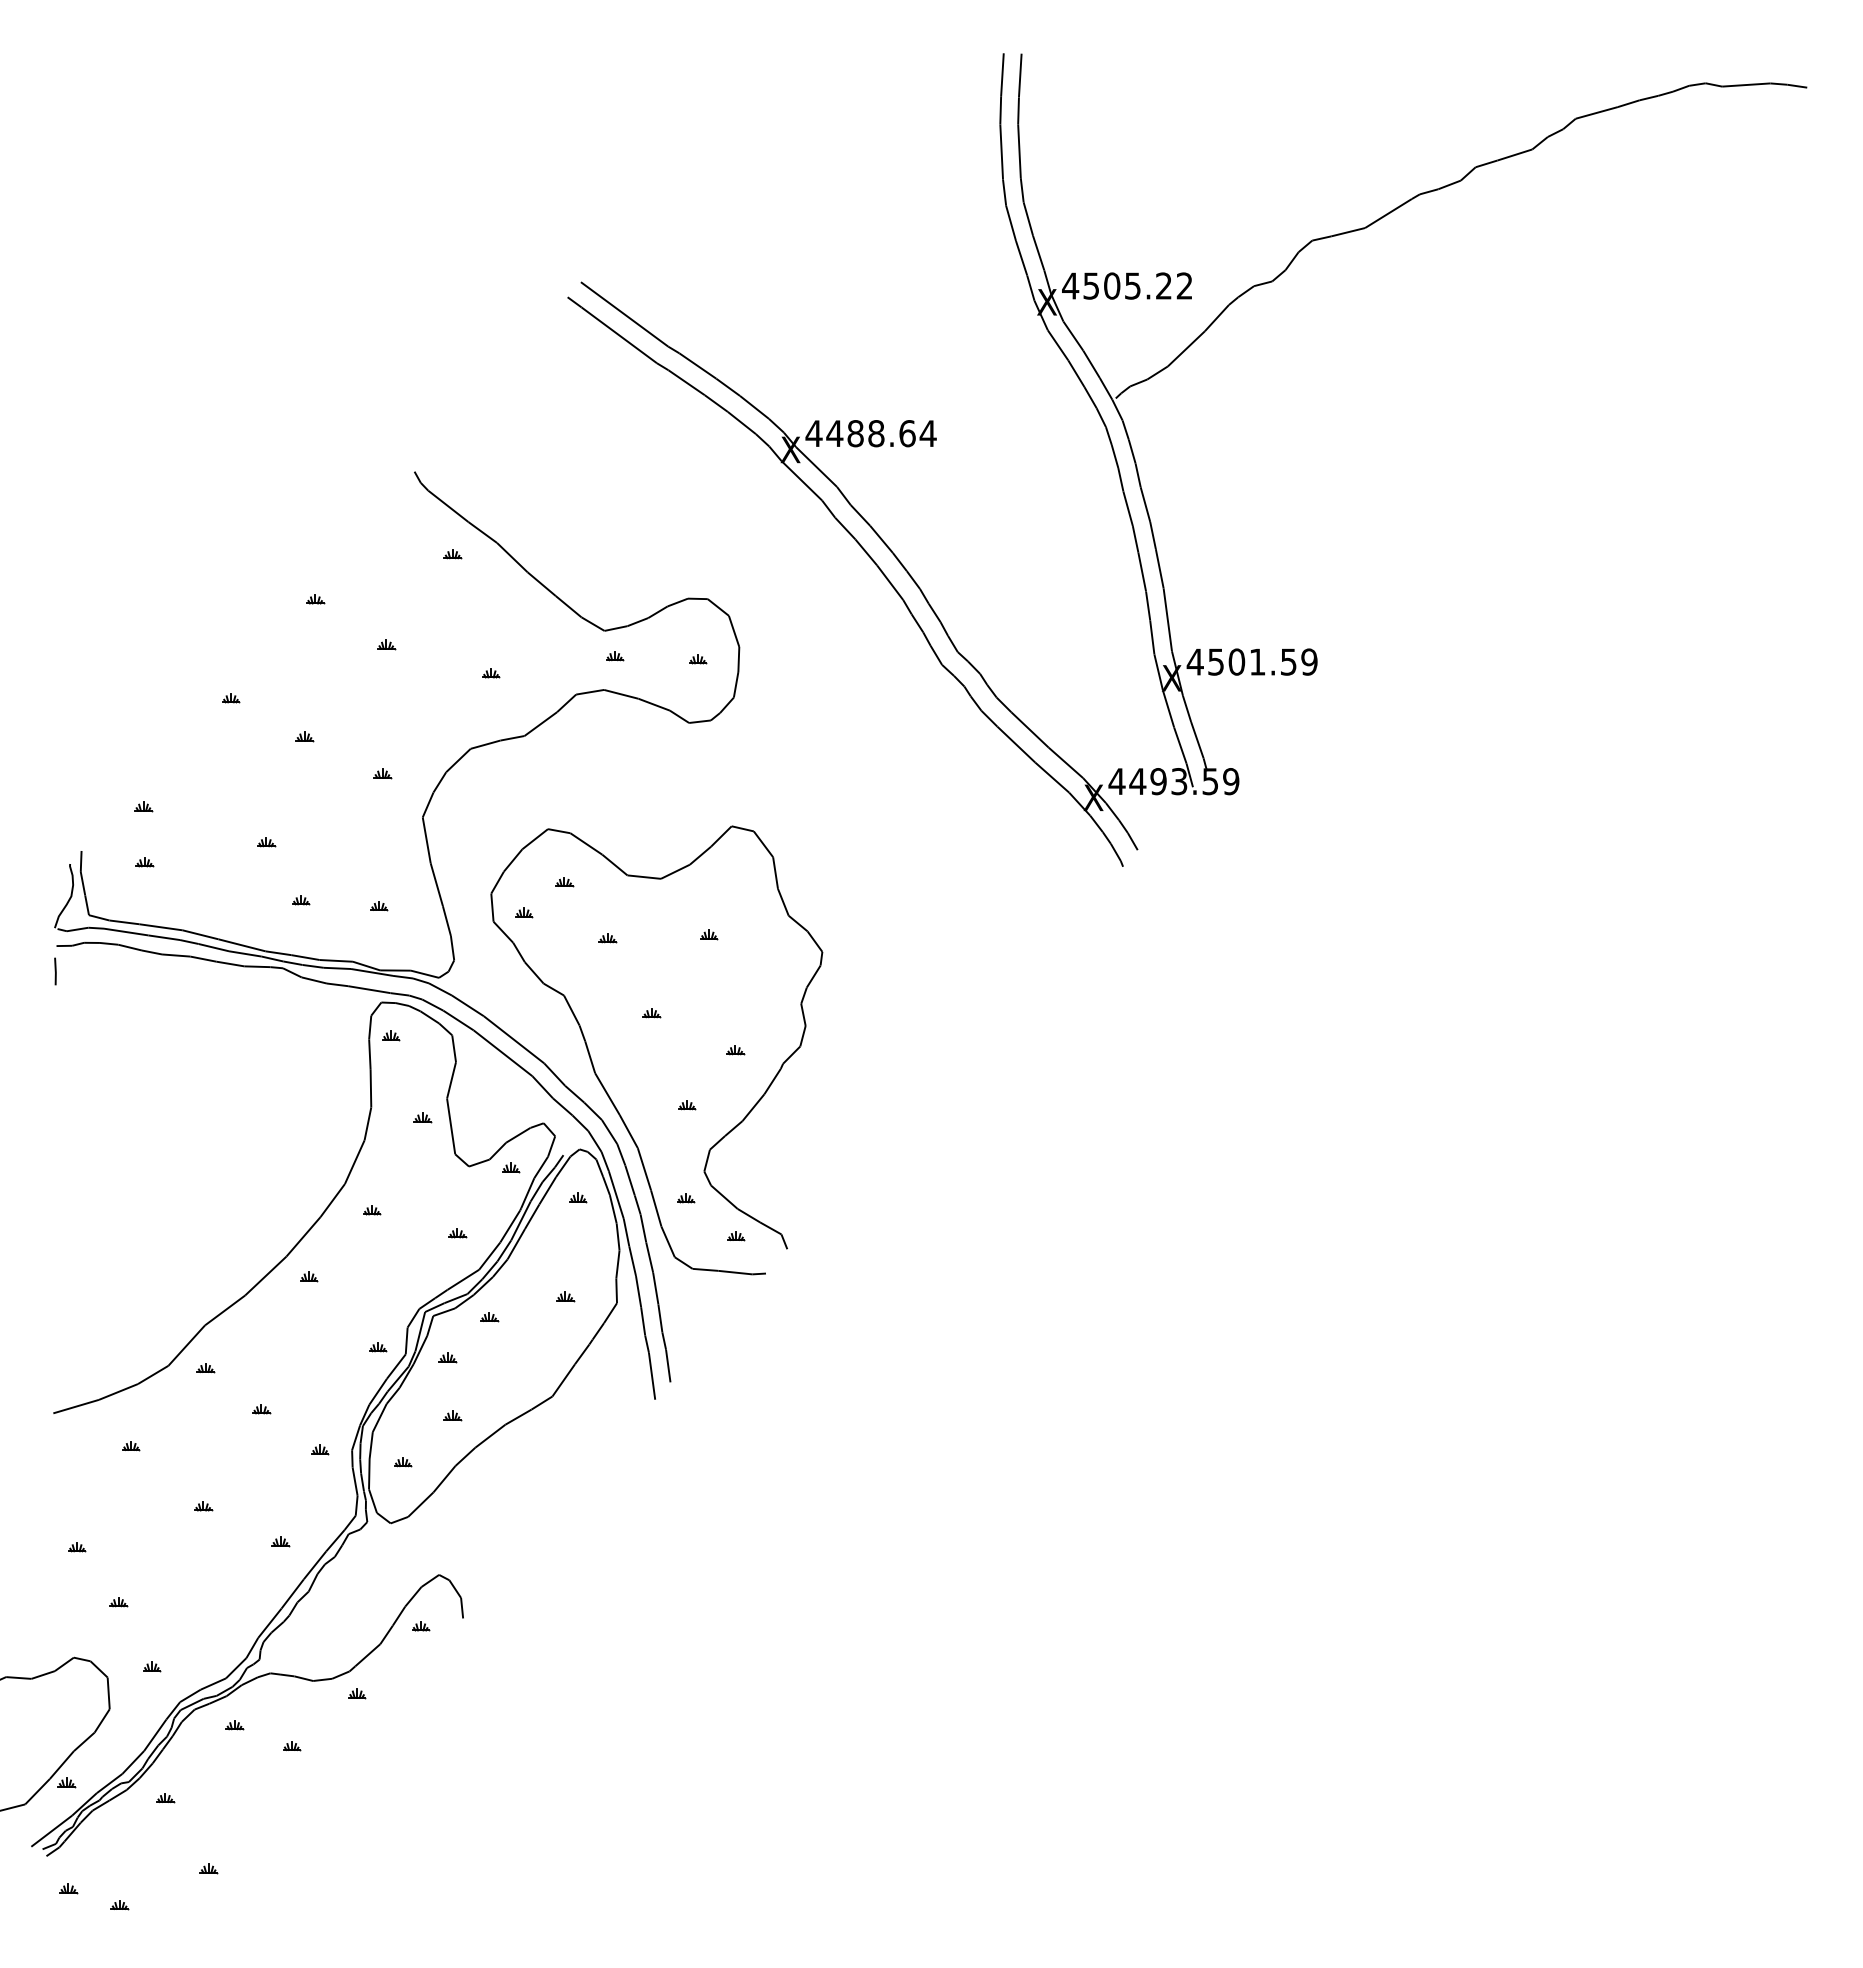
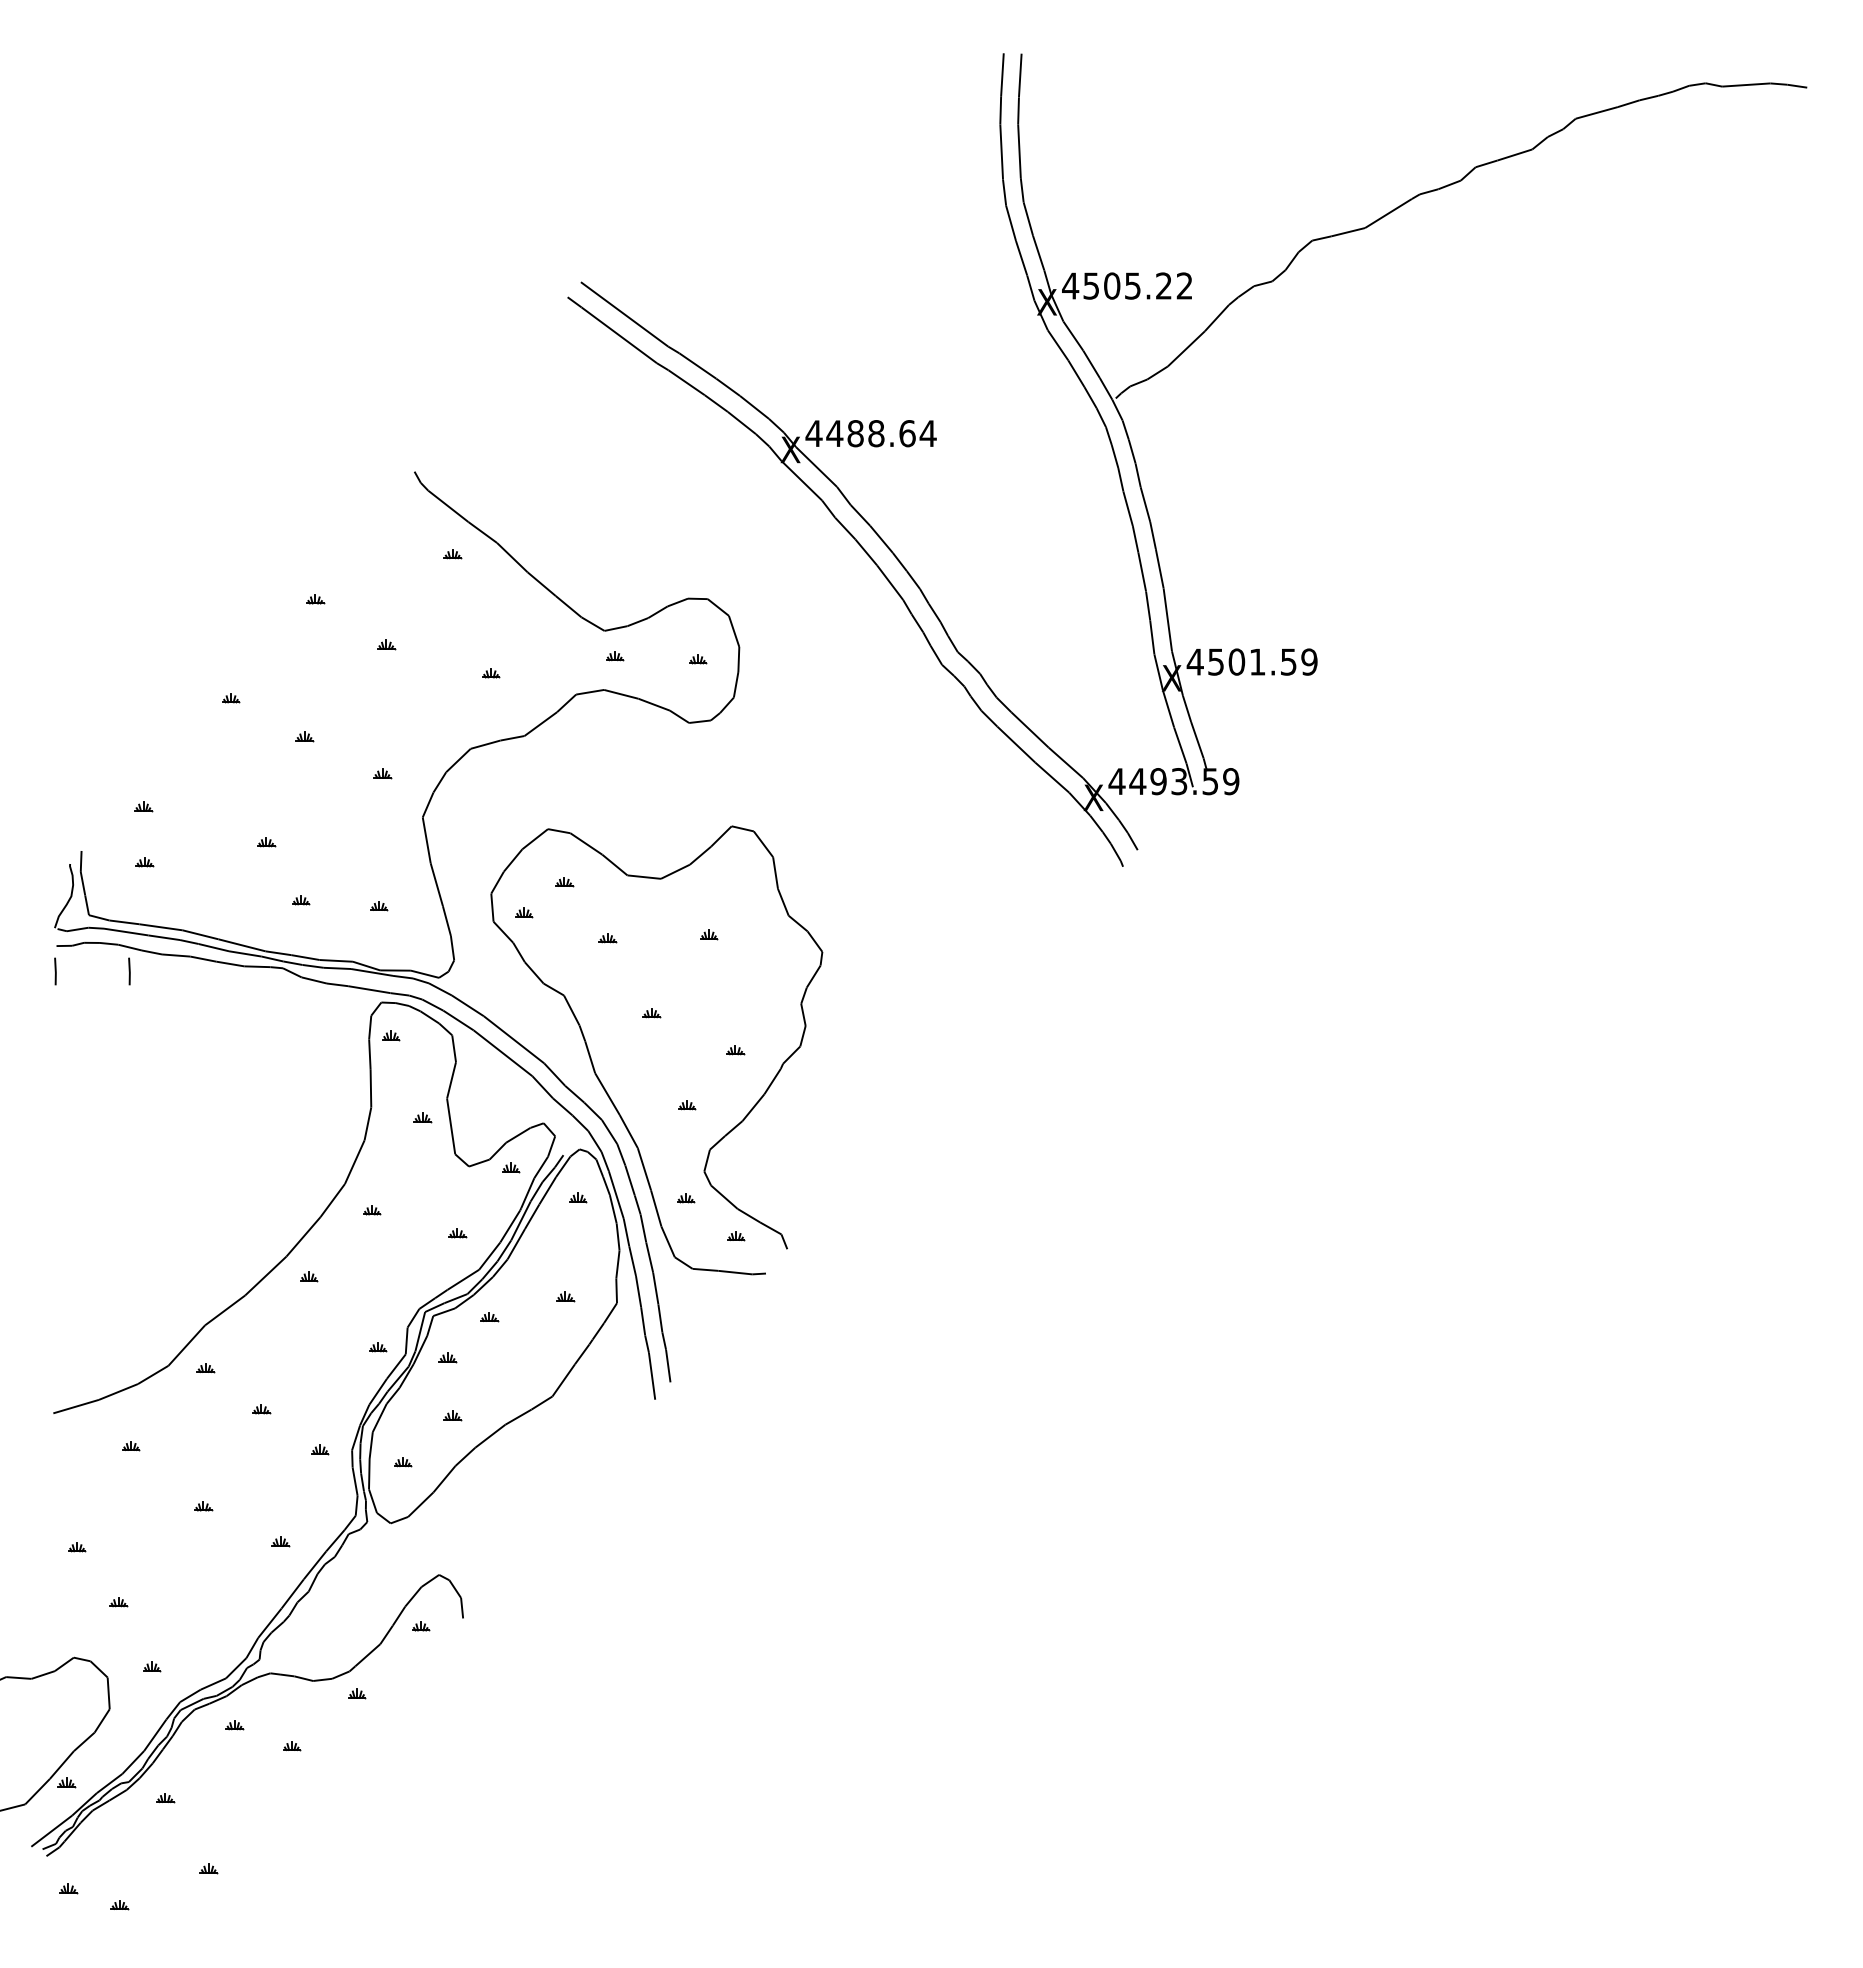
line at (129, 971): none -> present
